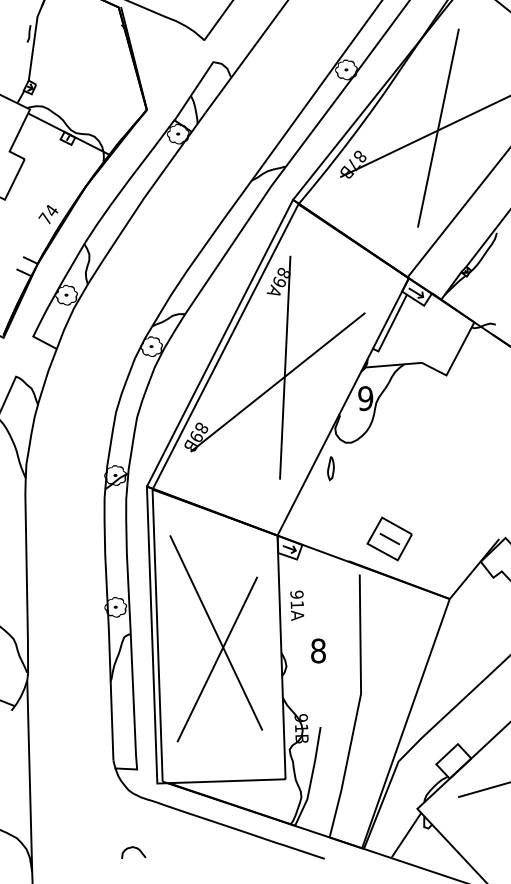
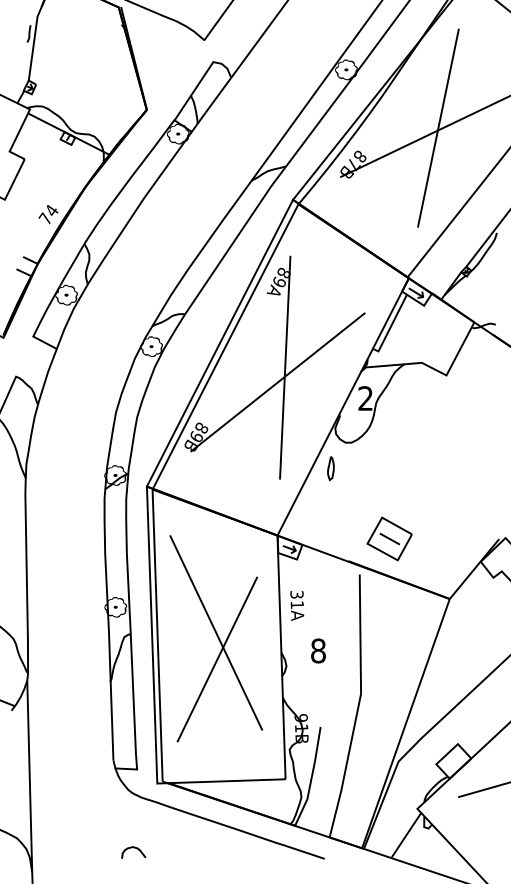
text at (365, 398): 9 -> 2
text at (296, 594): 91A -> 31A
